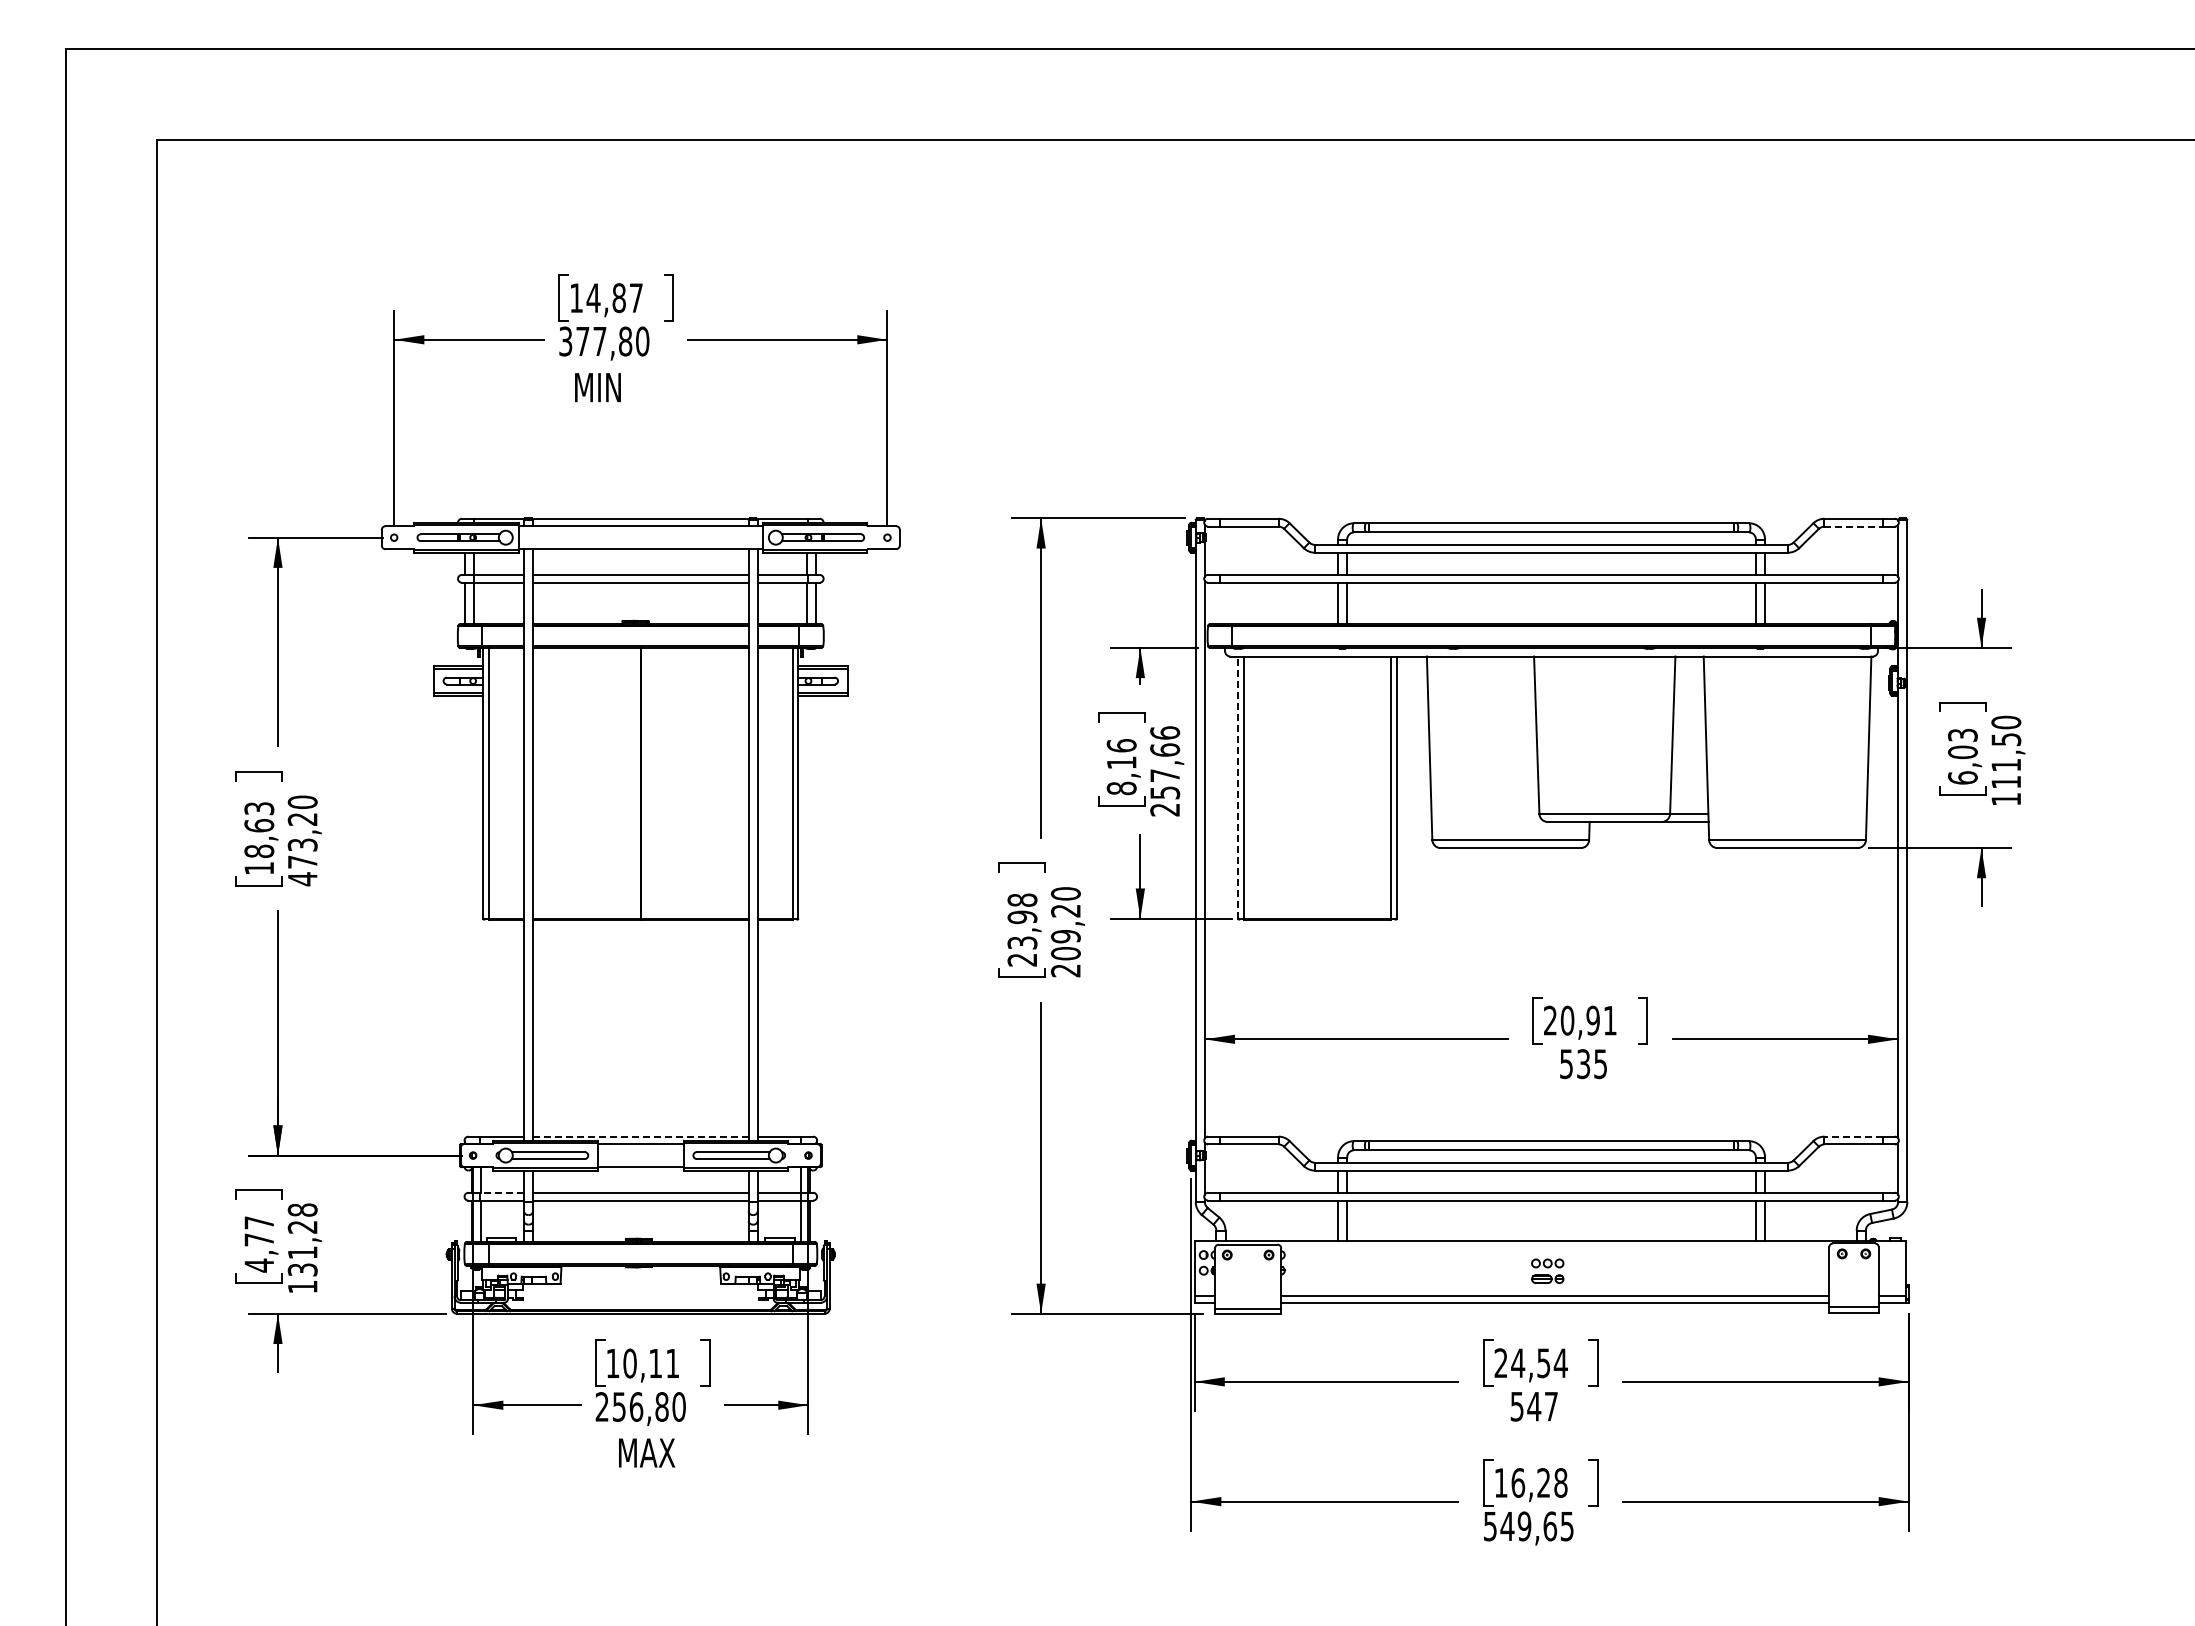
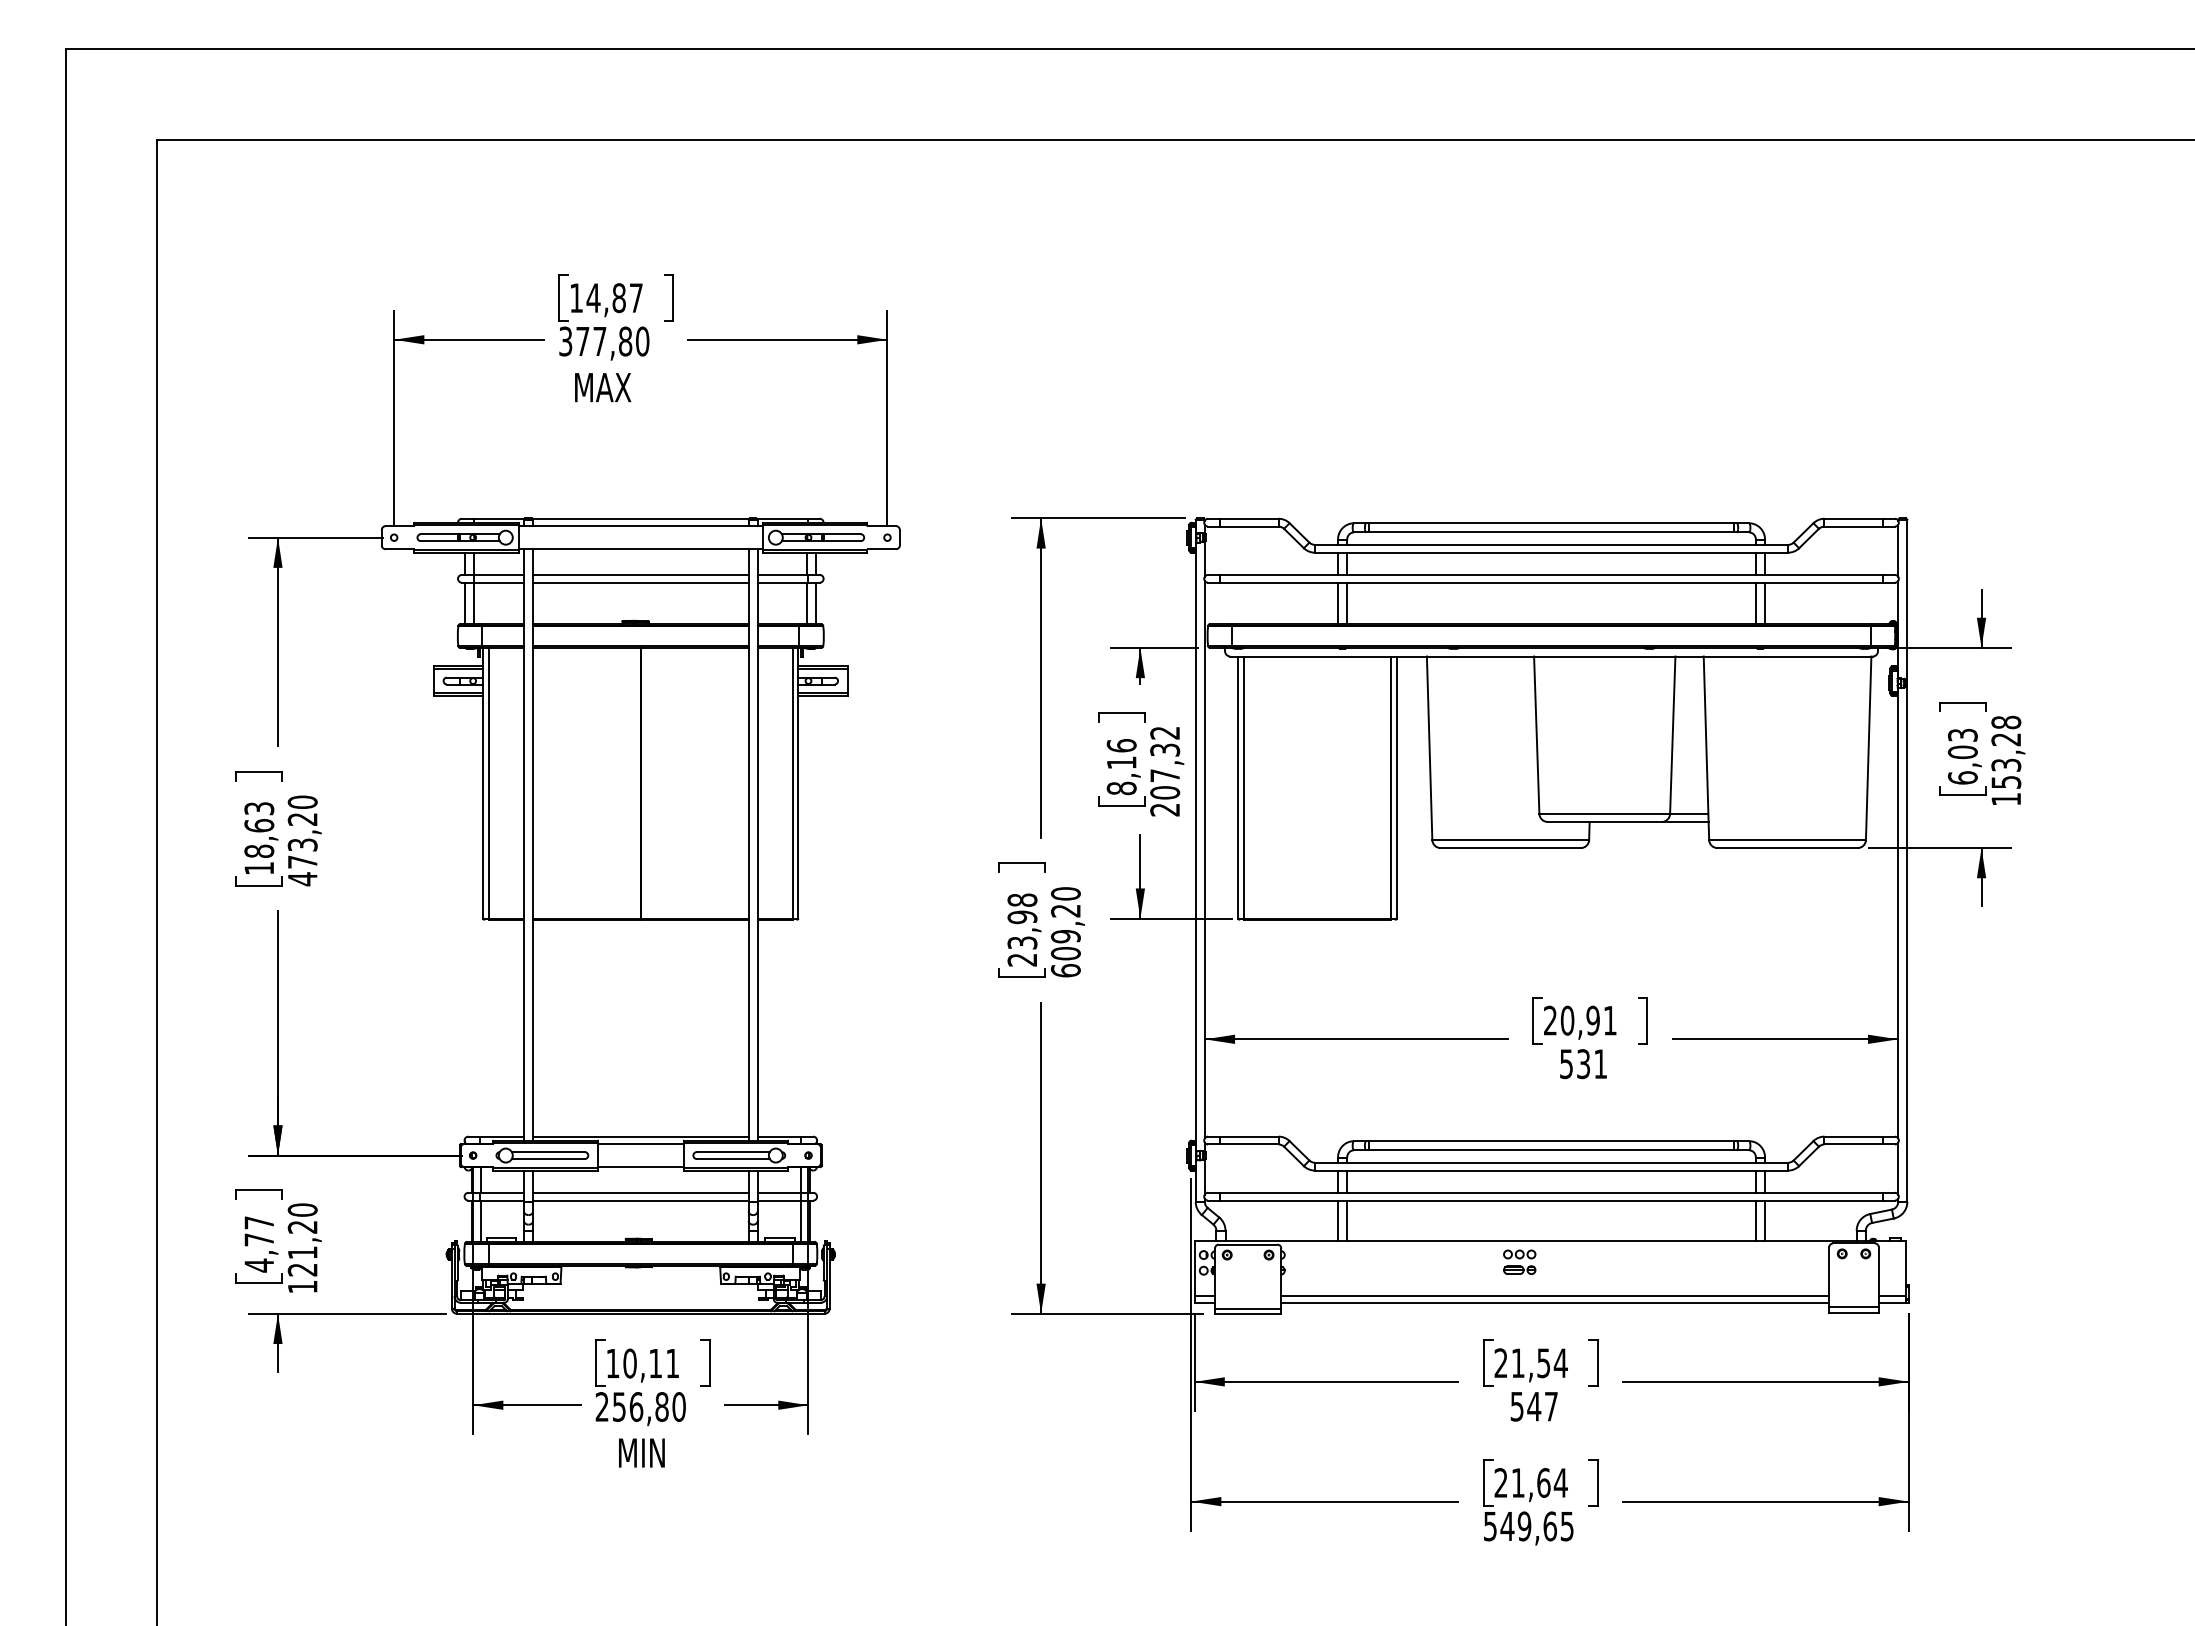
text at (613, 387): MIN -> MAX
line at (1854, 526): dashed -> solid
text at (2006, 751): 111,50 -> 153,28
text at (1165, 762): 257,66 -> 207,32
line at (1238, 787): dashed -> solid
text at (1065, 970): 209,20 -> 609,20
text at (1600, 1064): 535 -> 531
line at (640, 1136): dashed -> solid
line at (1853, 1136): dashed -> solid
line at (502, 1192): dashed -> solid
text at (302, 1239): 131,28 -> 121,20
part at (1547, 1270) position: (1547, 1270) -> (1519, 1261)
text at (1518, 1362): 24,54 -> 21,54
text at (657, 1452): MAX -> MIN
text at (1530, 1482): 16,28 -> 21,64
